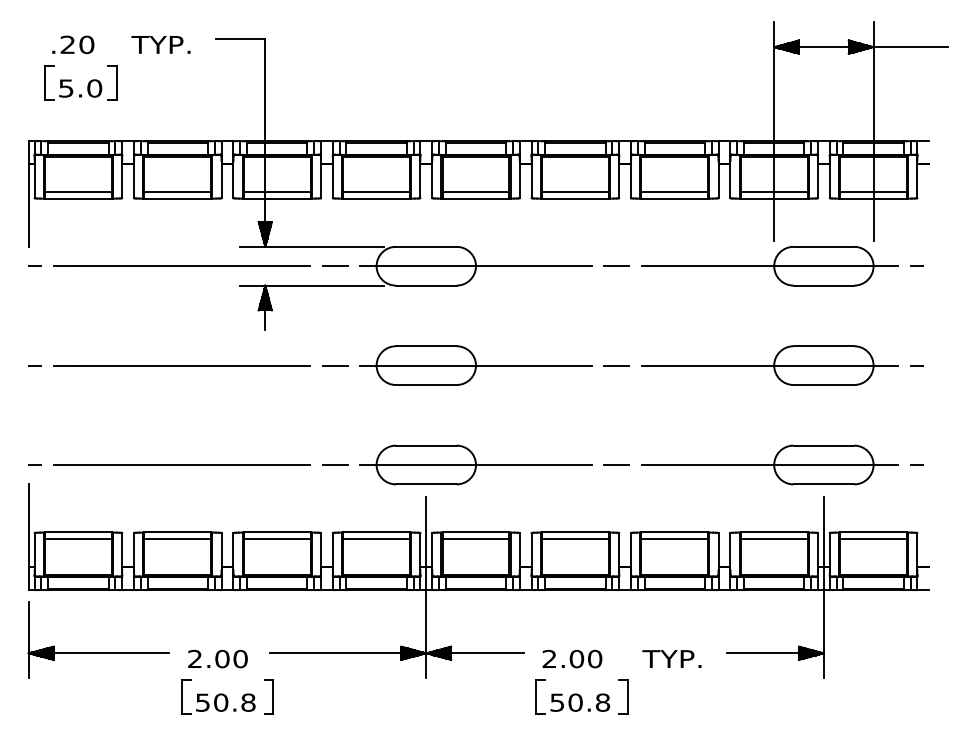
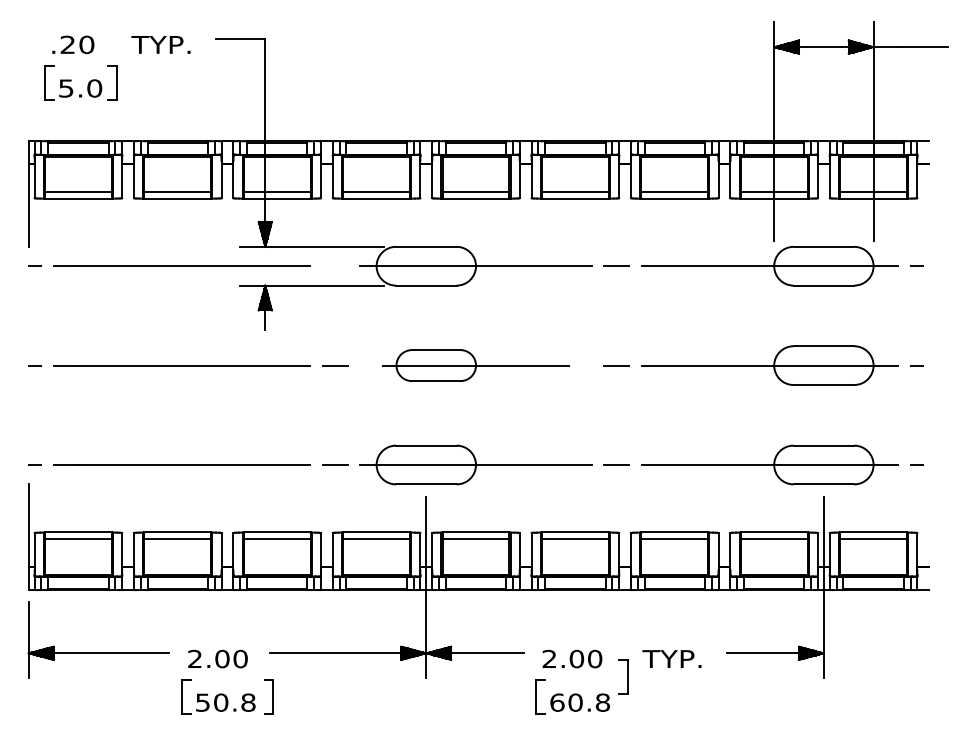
line at (334, 266): present -> none
part at (475, 365) size: 234x41 px -> 188x33 px
part at (623, 696) position: (623, 696) -> (623, 676)
text at (557, 702): 50.8 -> 60.8
